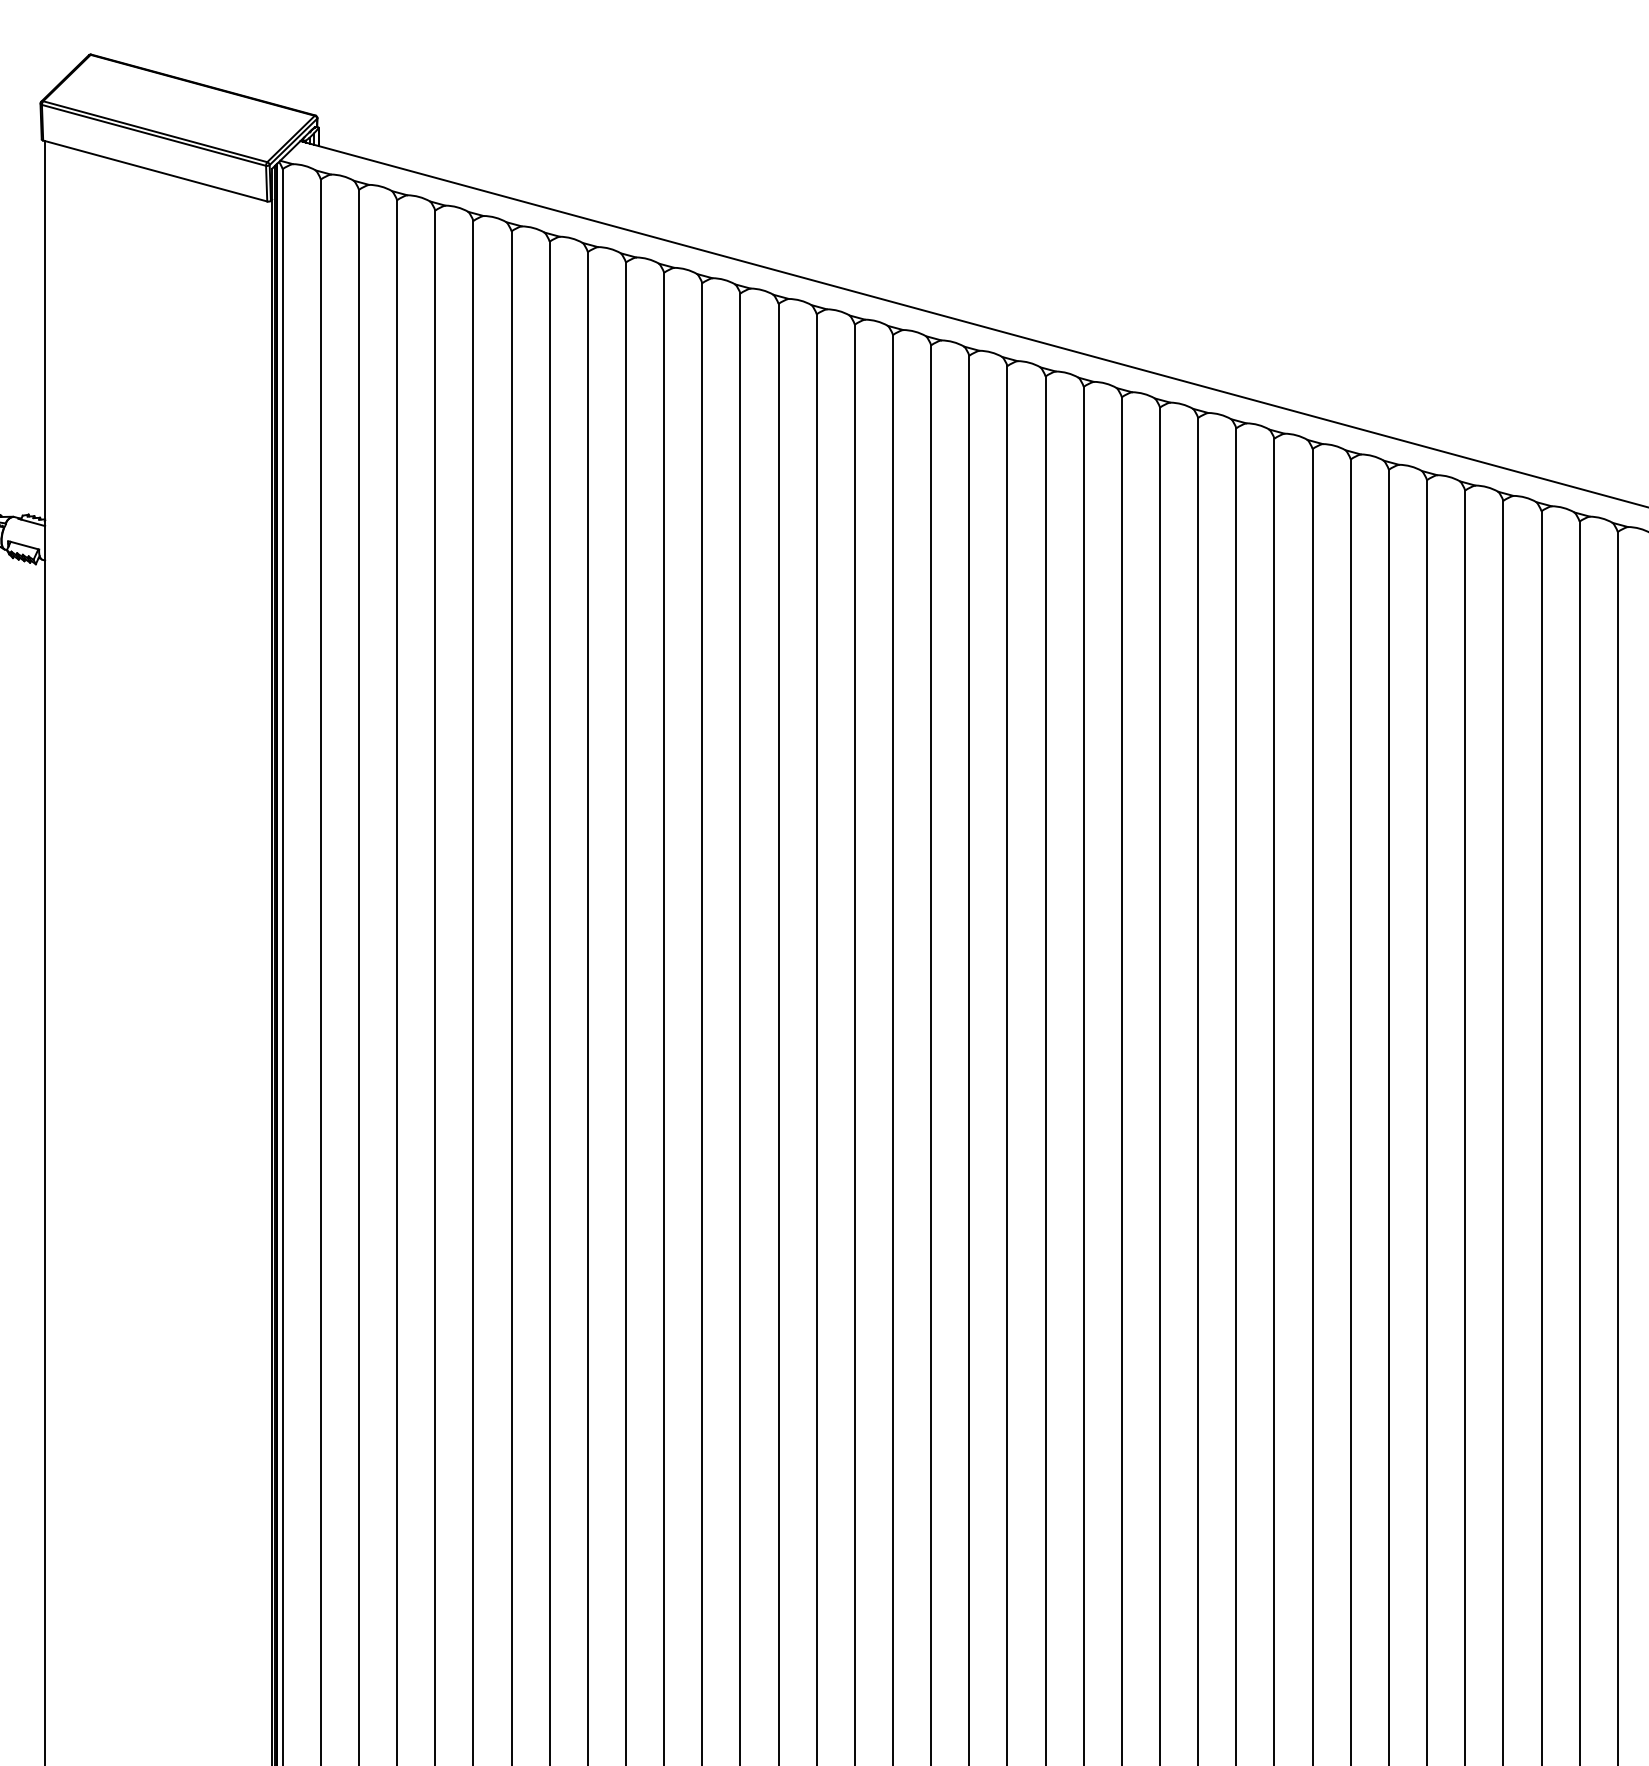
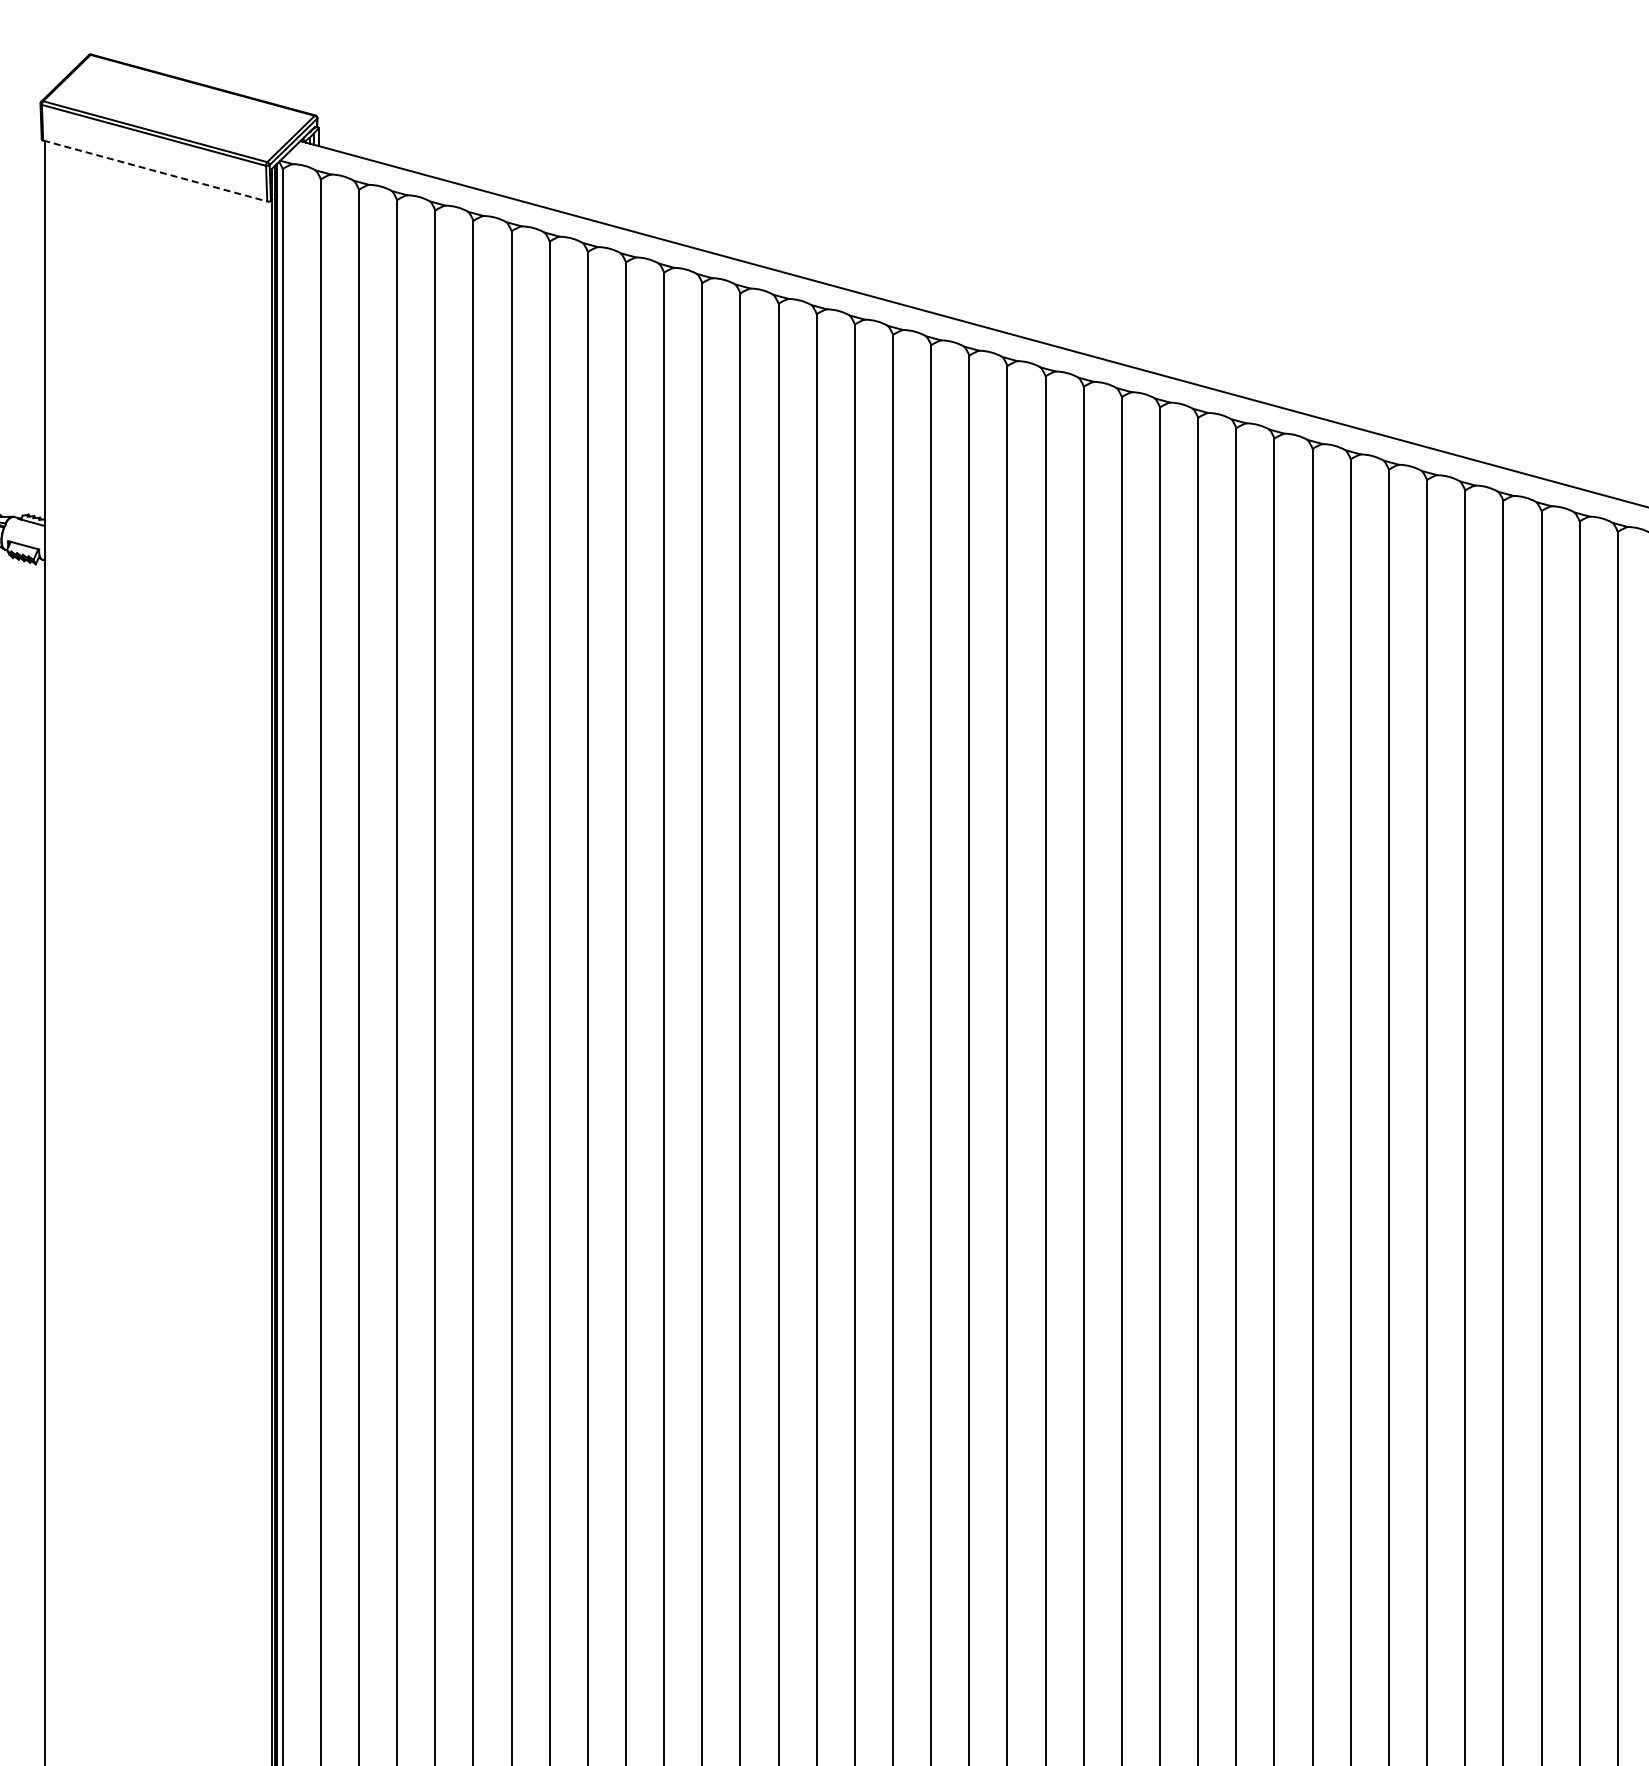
line at (155, 171): solid -> dashed
